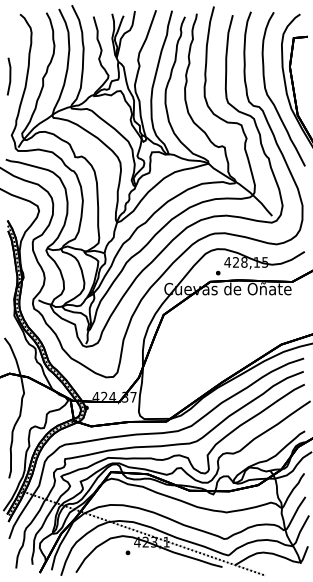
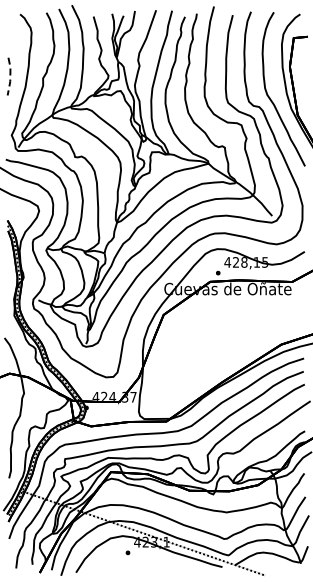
line at (10, 76): solid -> dashed
